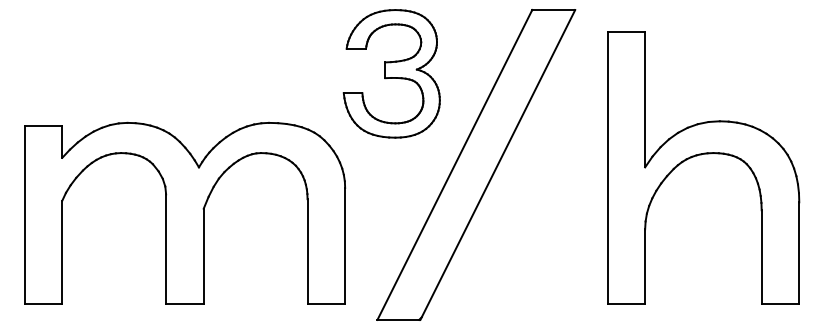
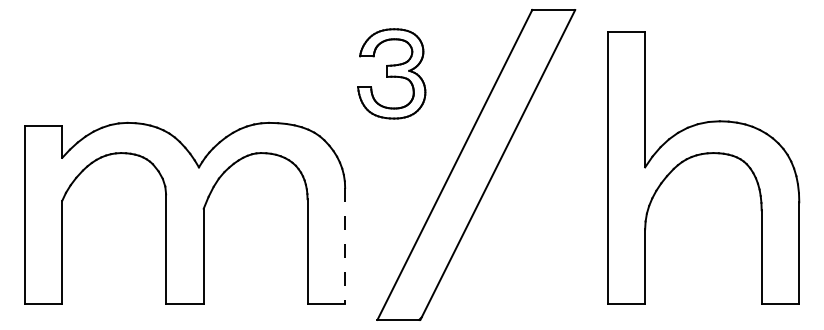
part at (391, 73) size: 99x130 px -> 70x92 px
line at (345, 246): solid -> dashed
